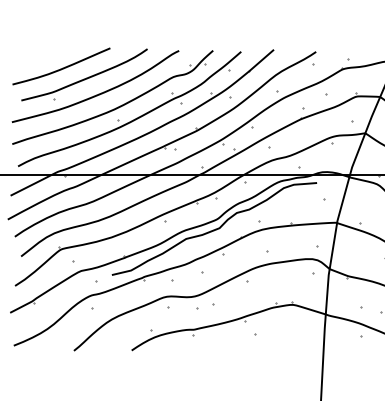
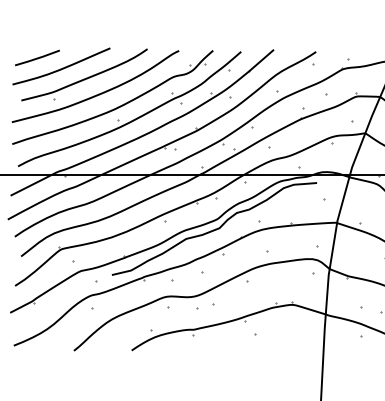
line at (37, 57): none -> present
